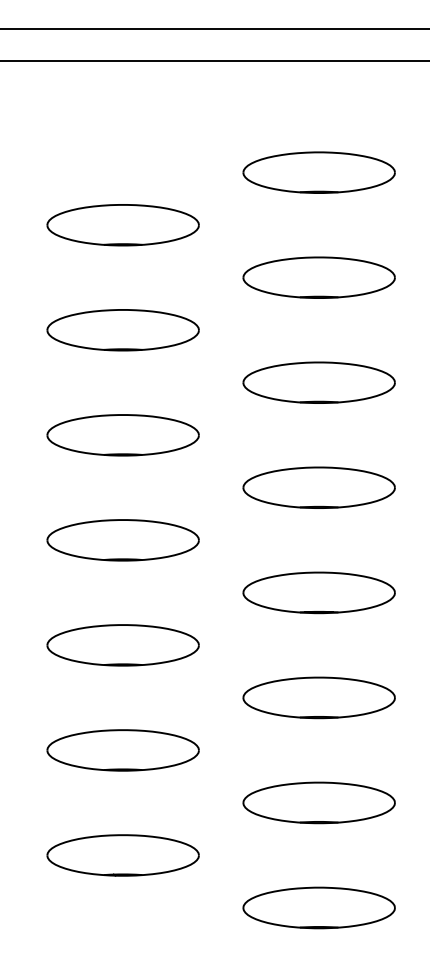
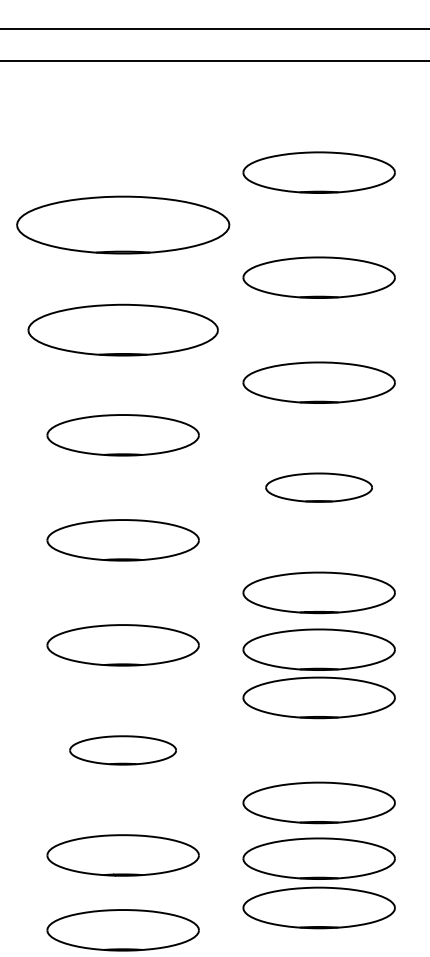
part at (122, 225) size: 154x43 px -> 215x60 px
part at (122, 330) size: 154x43 px -> 192x54 px
part at (318, 487) size: 154x43 px -> 108x31 px
part at (318, 649): none -> present
part at (122, 750) size: 154x43 px -> 108x31 px
part at (318, 858): none -> present
part at (122, 930): none -> present
